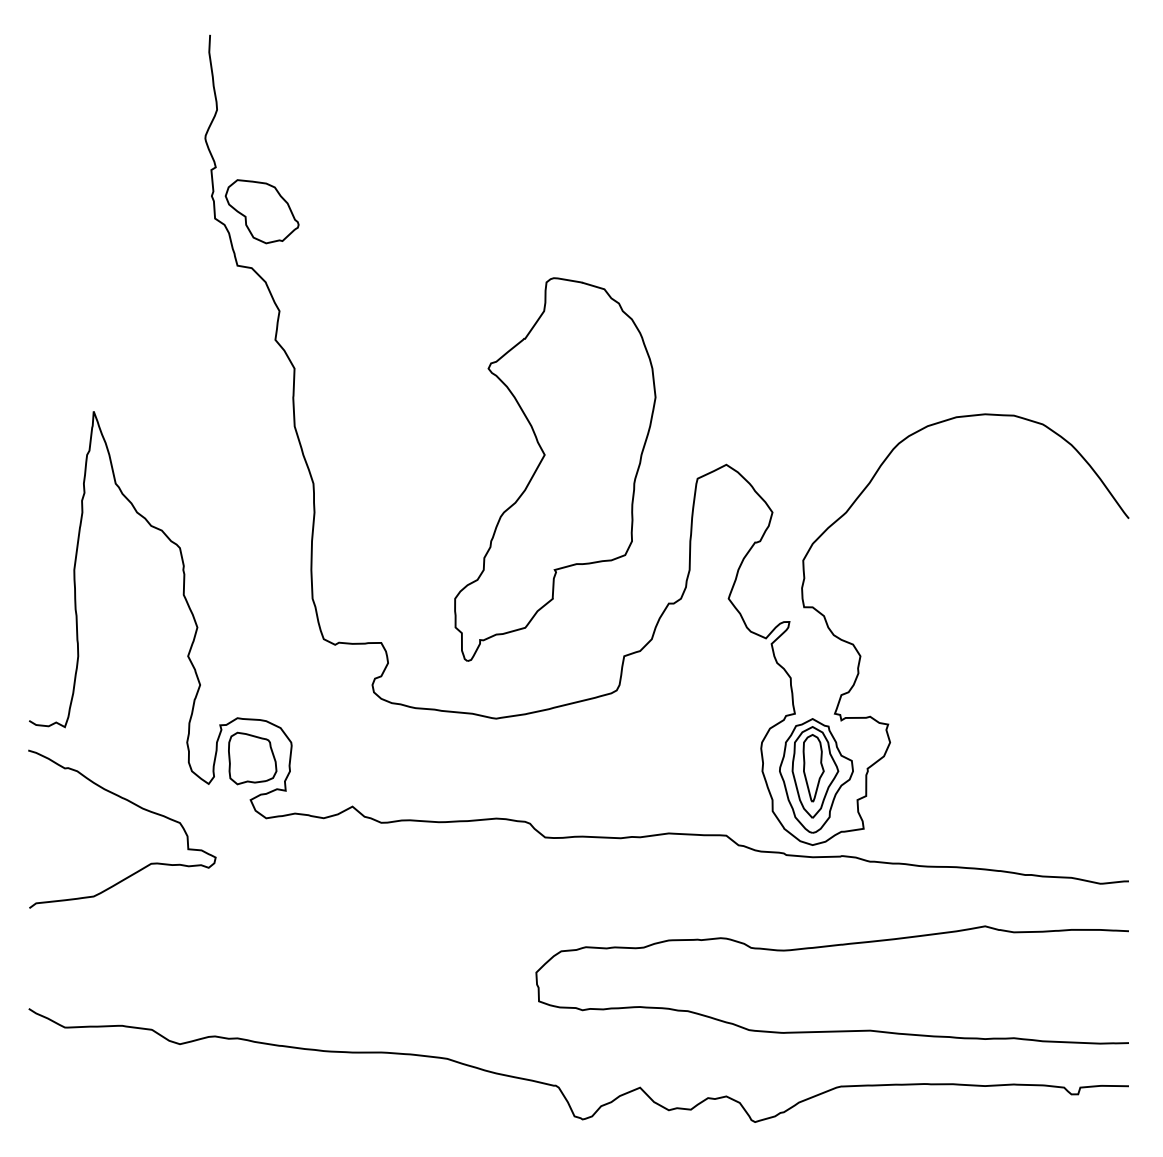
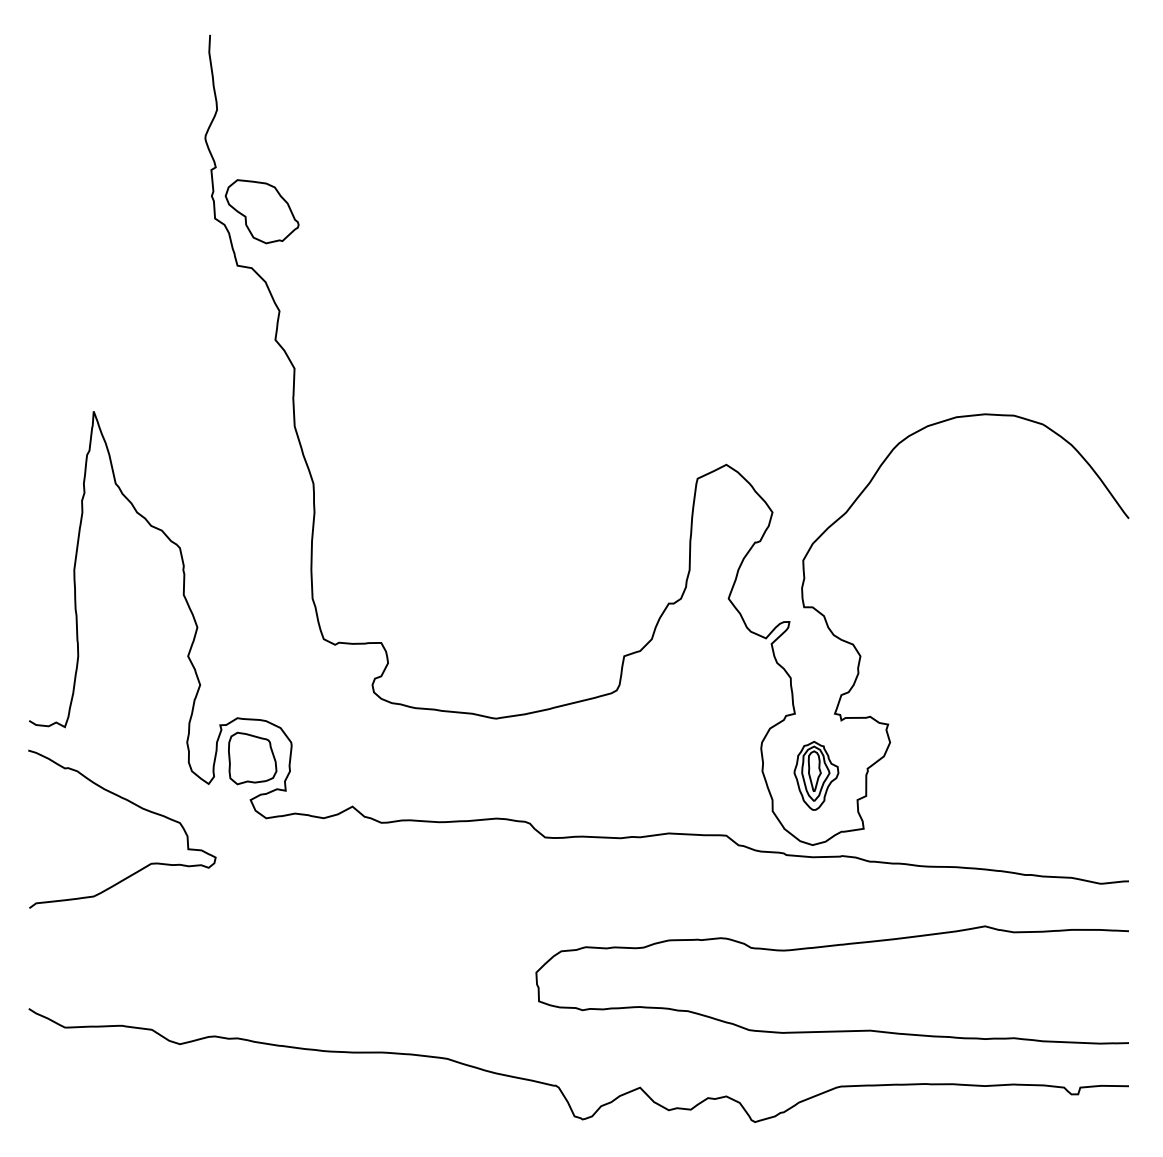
part at (555, 469): present -> none
part at (816, 775) size: 75x116 px -> 47x71 px
